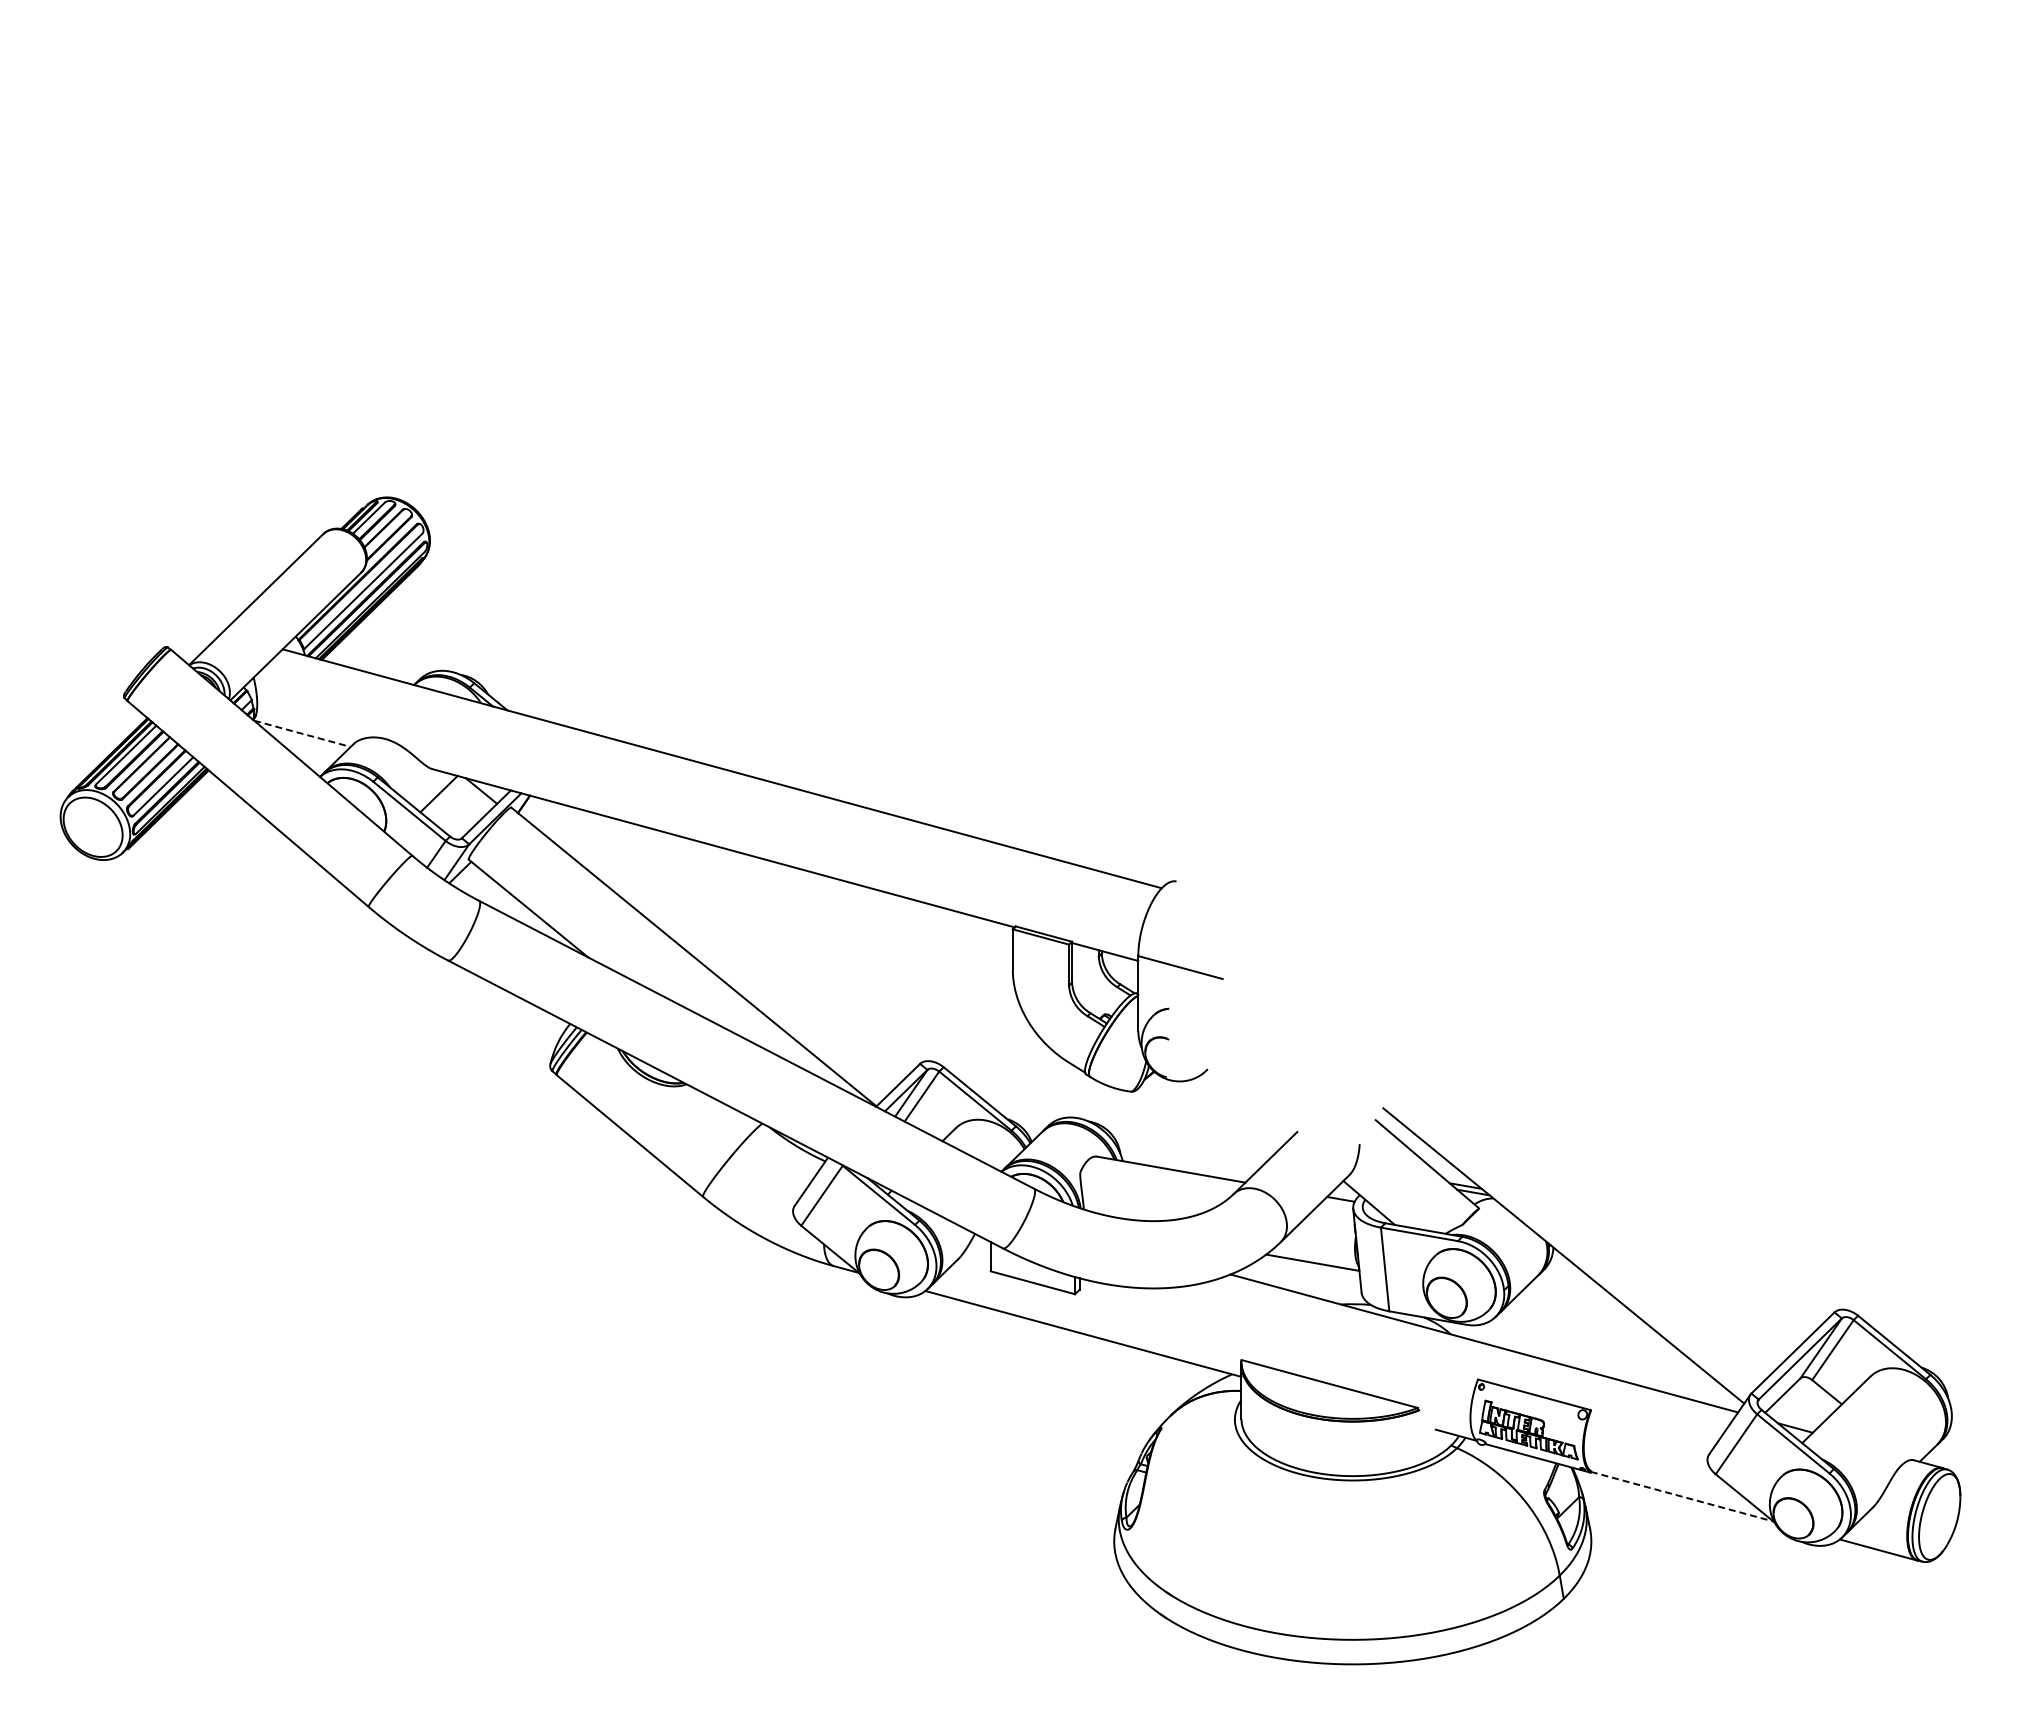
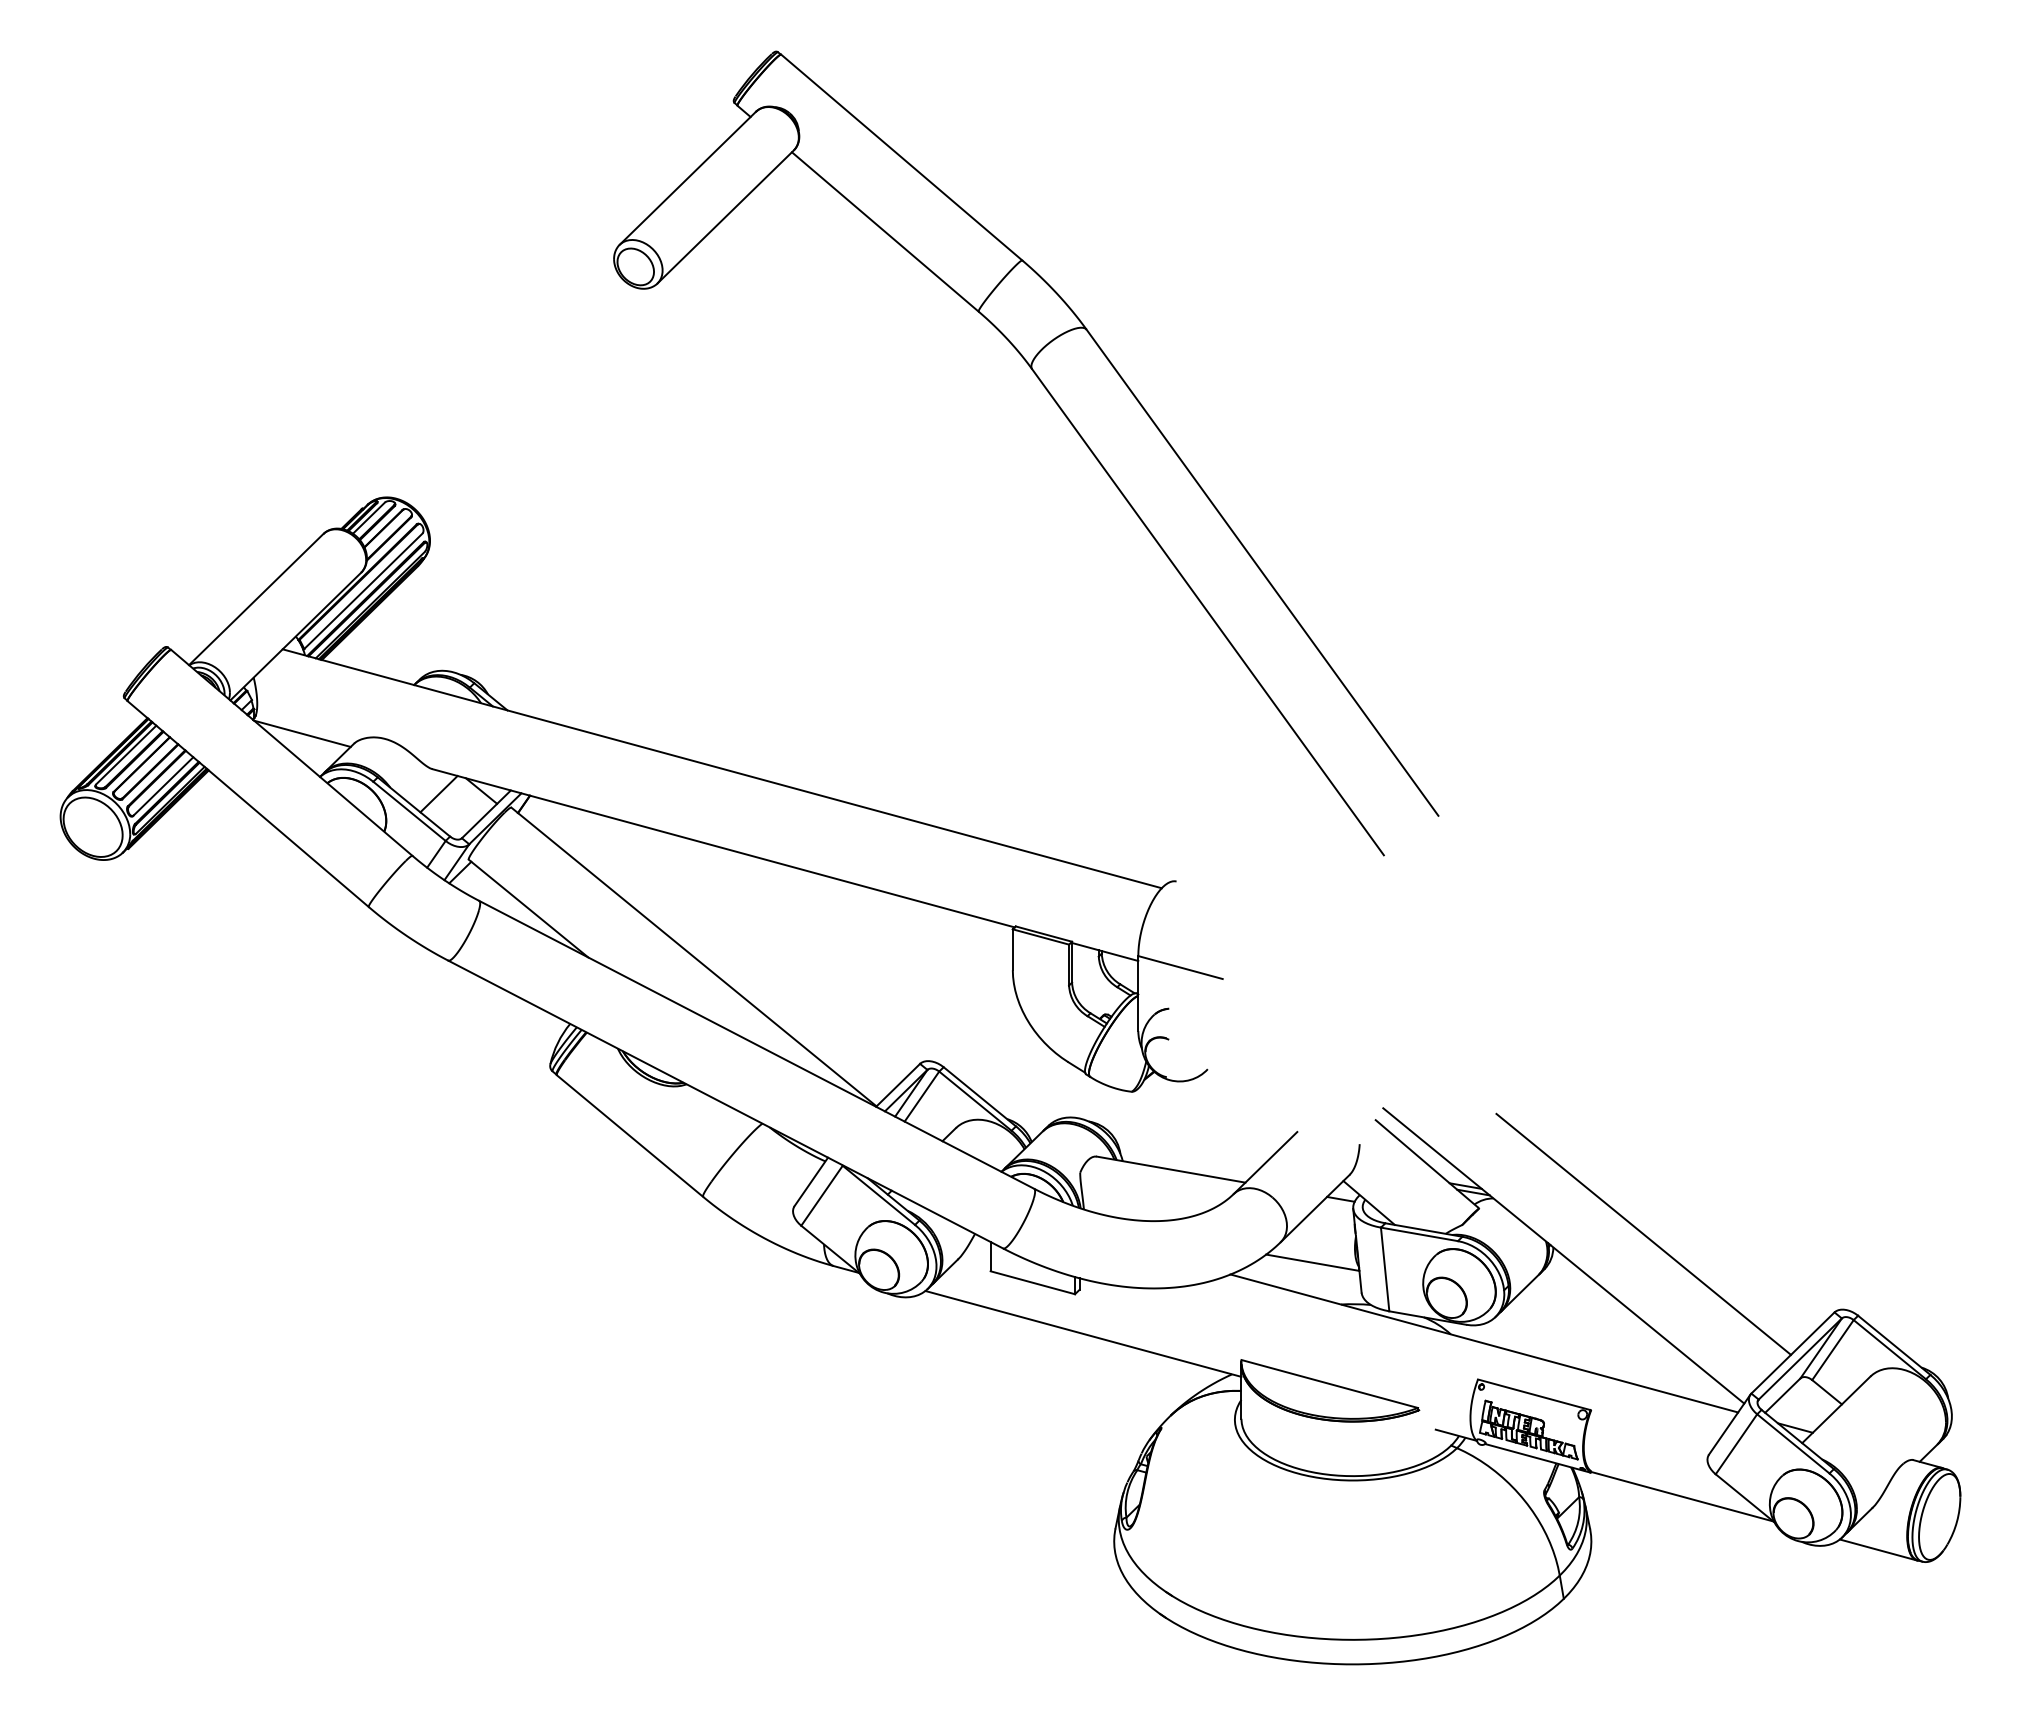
part at (1068, 421): none -> present
line at (302, 733): dashed -> solid
line at (1643, 1233): none -> present
line at (1682, 1496): dashed -> solid
